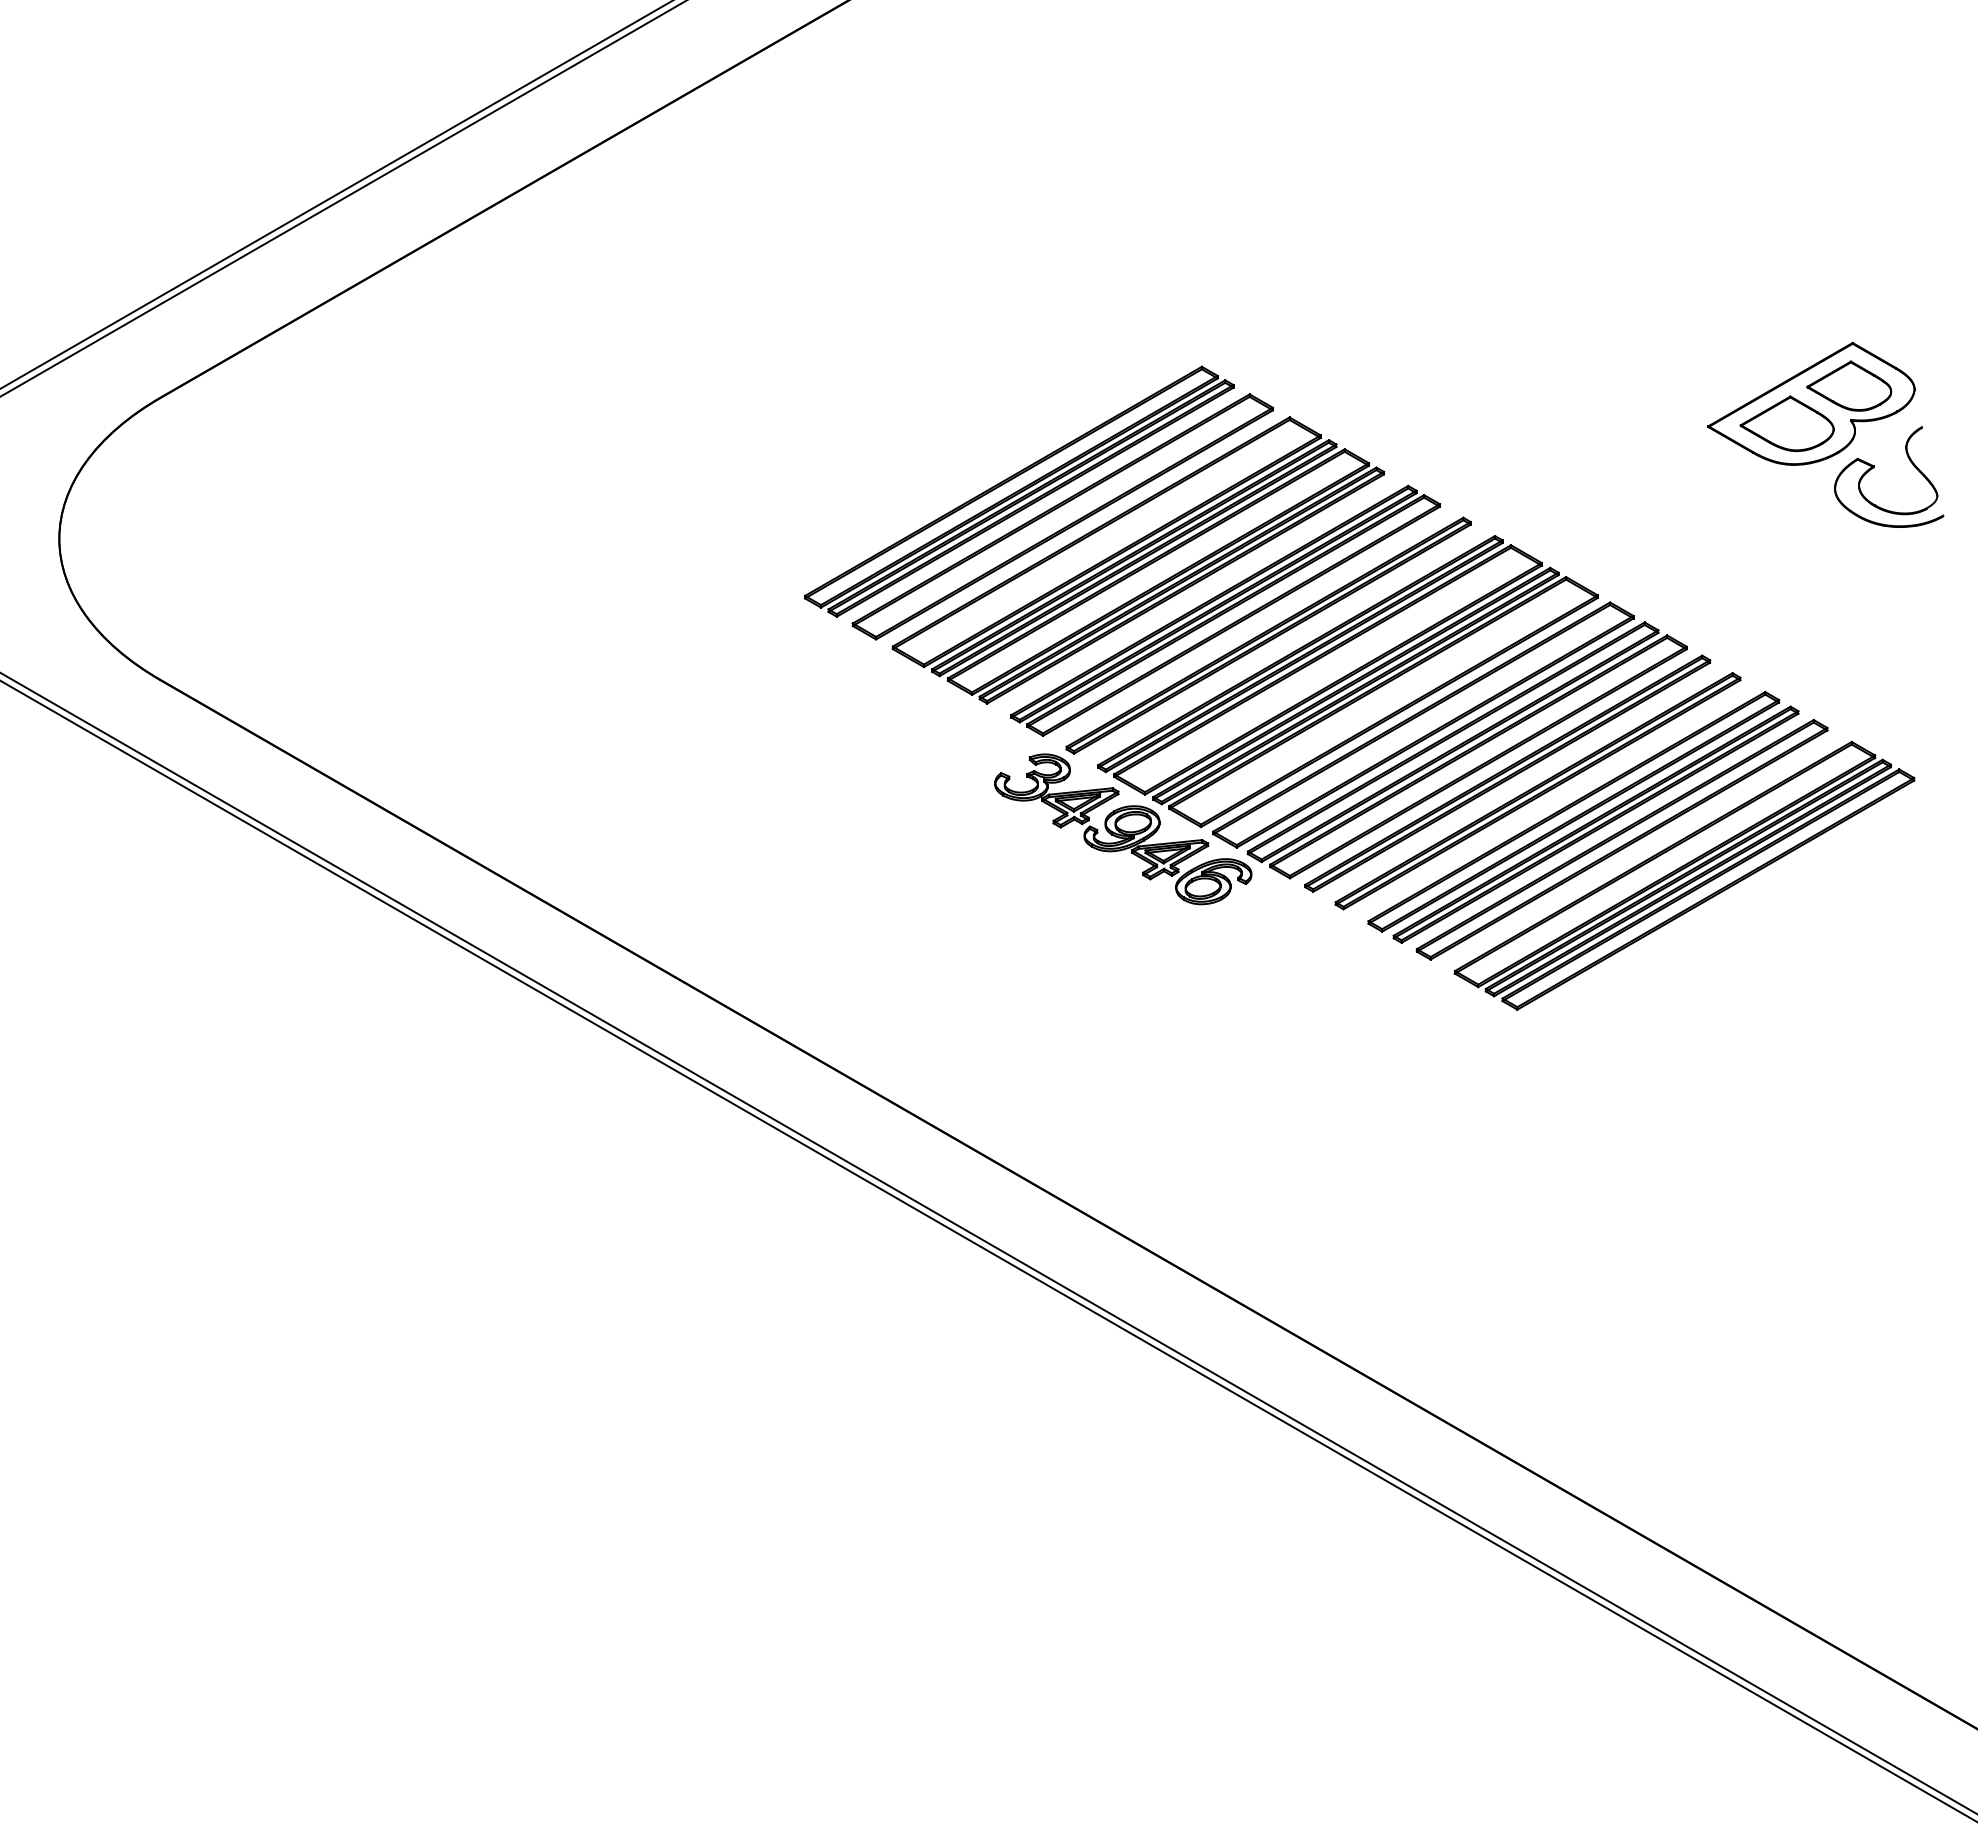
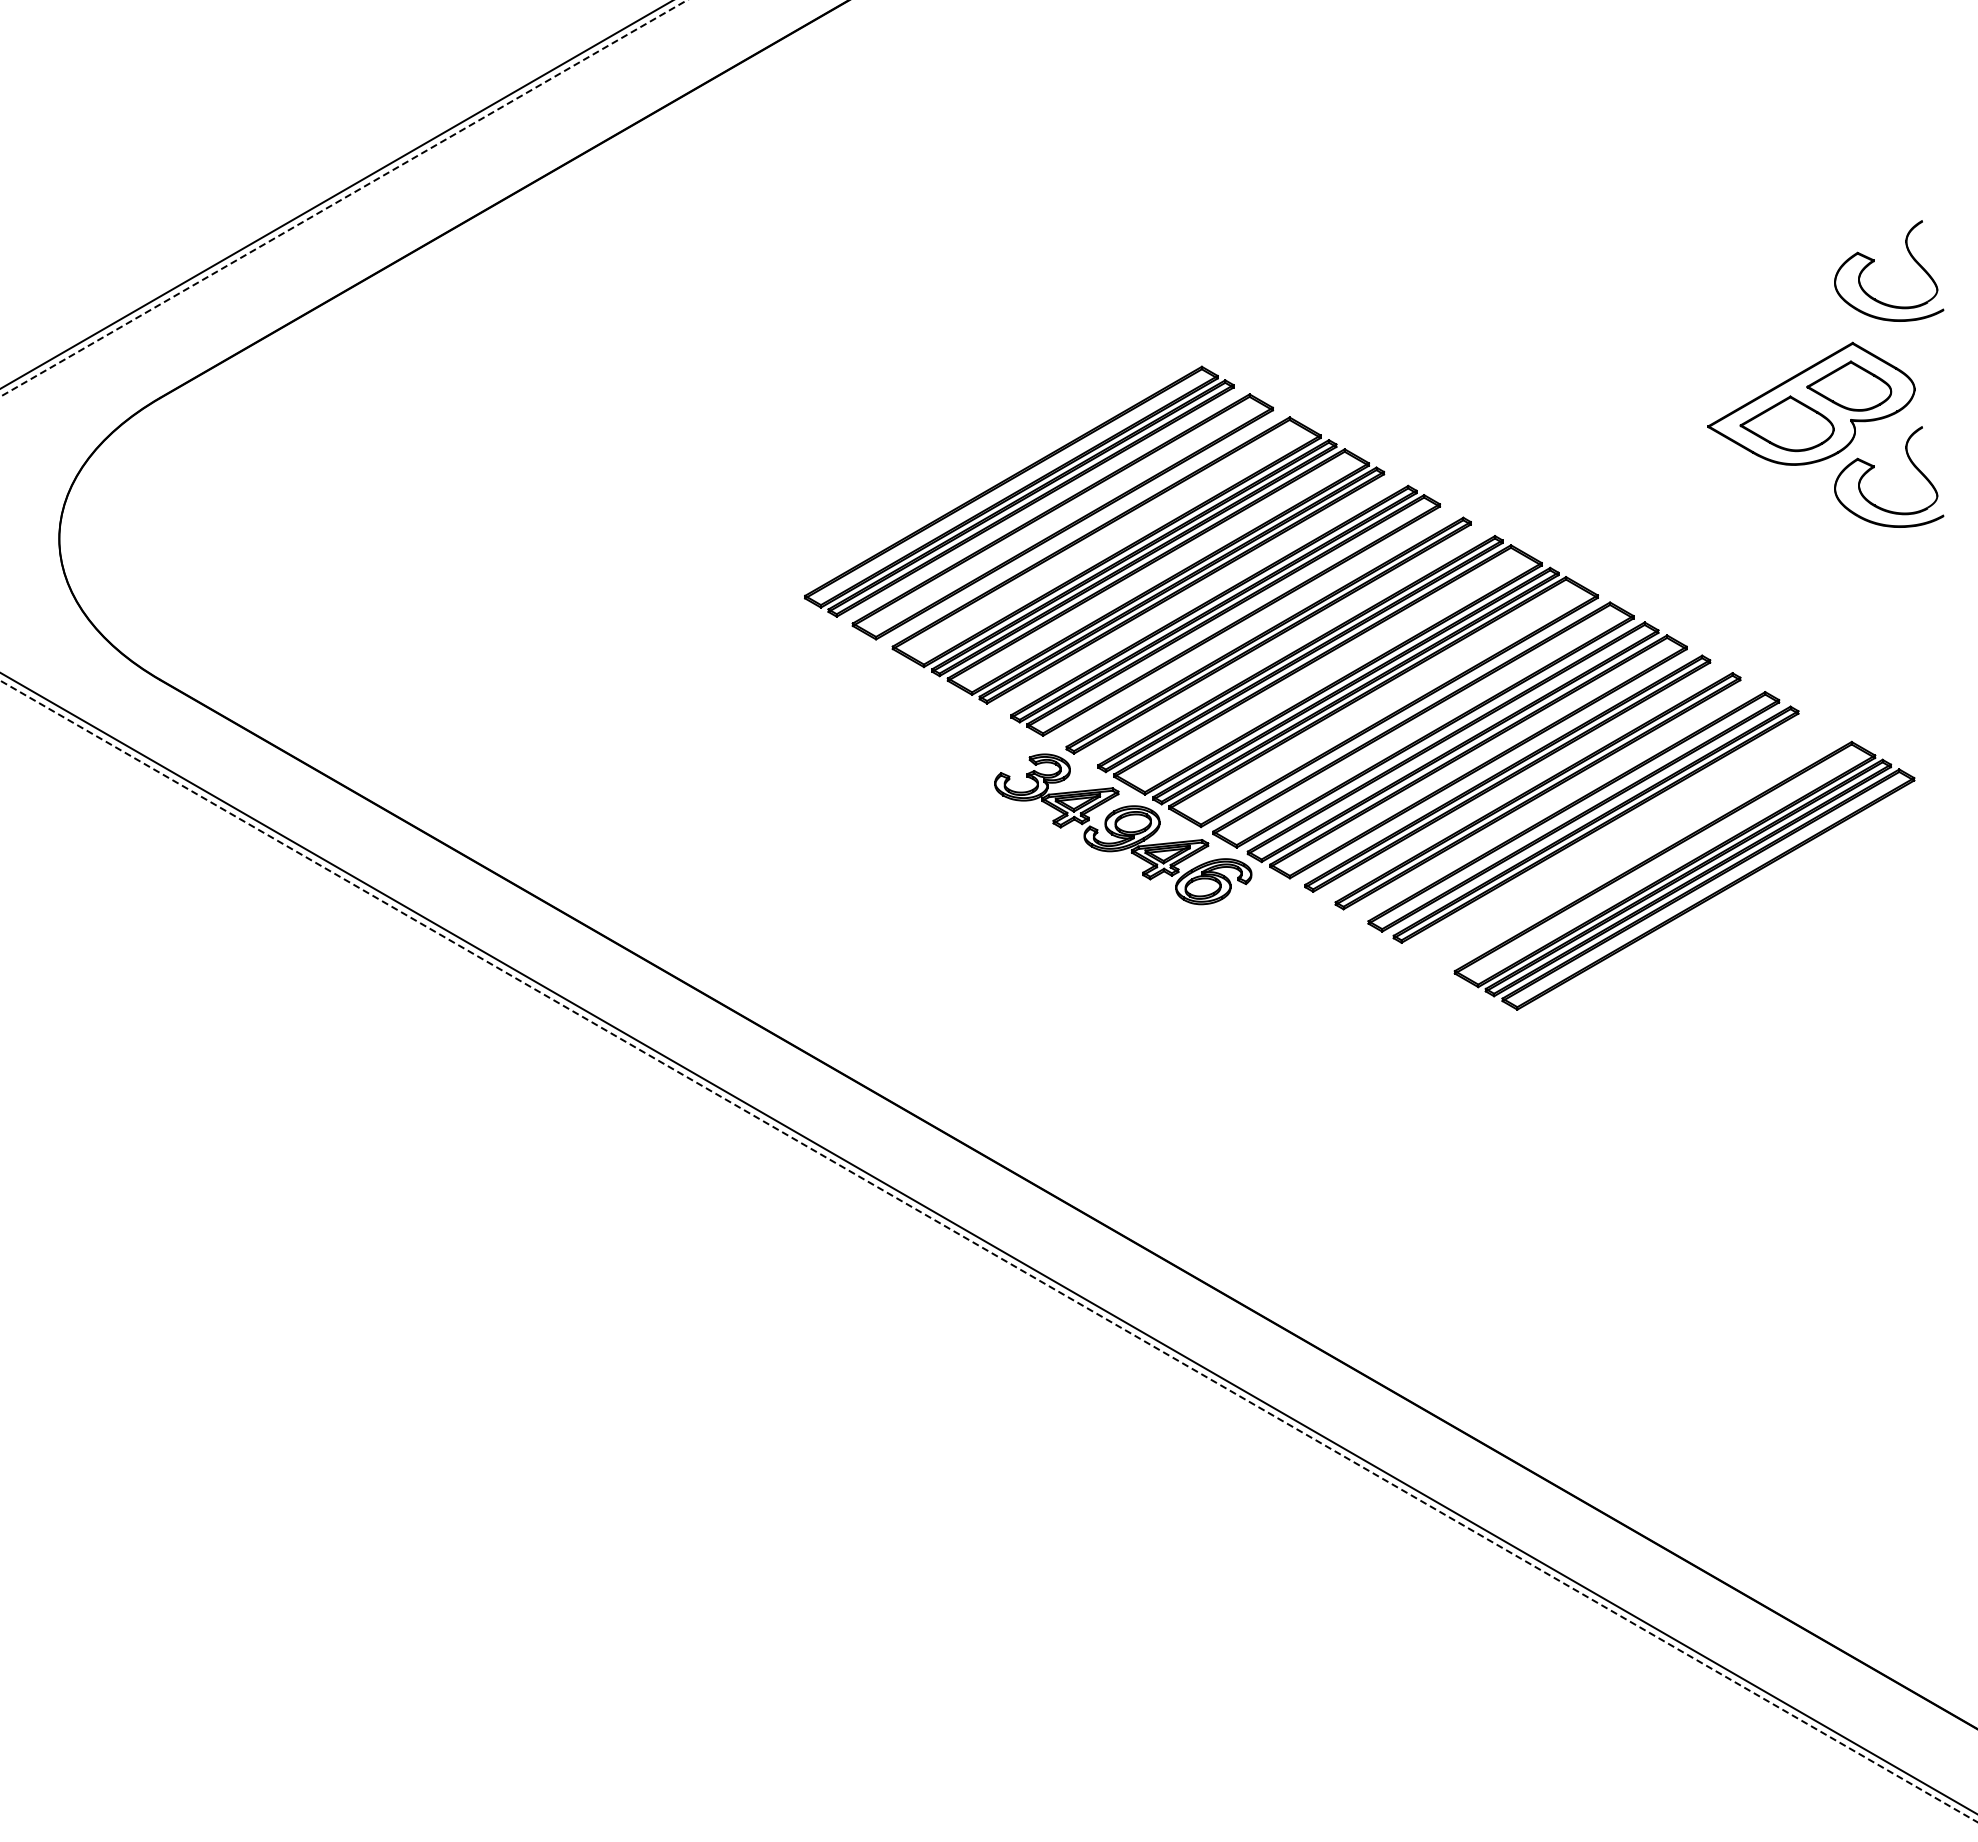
line at (344, 198): solid -> dashed
part at (1874, 262): none -> present
part at (1621, 839): present -> none
line at (989, 1251): solid -> dashed
